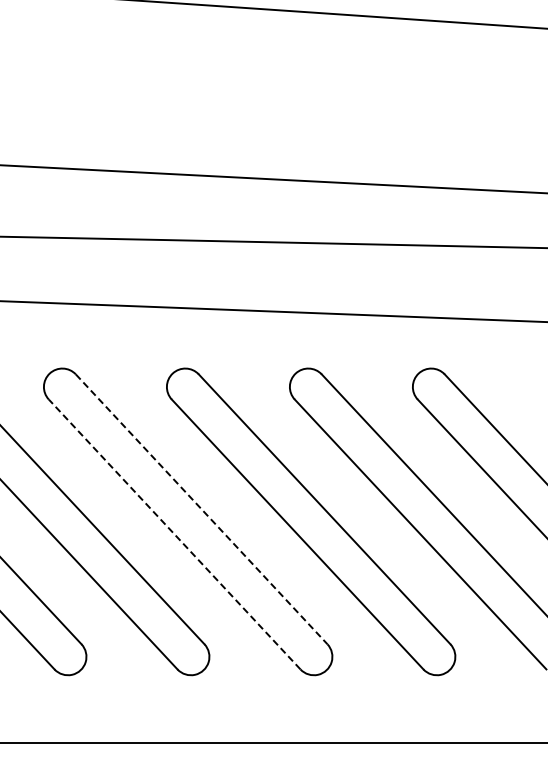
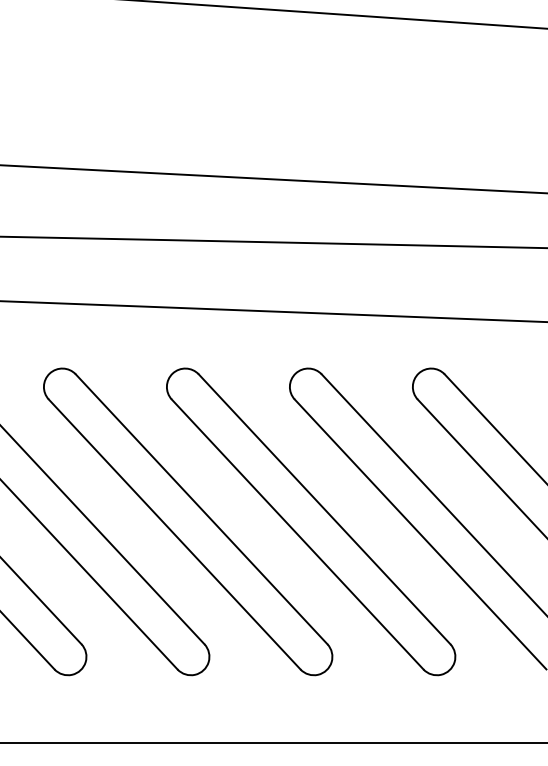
line at (202, 509): dashed -> solid
line at (174, 534): dashed -> solid
